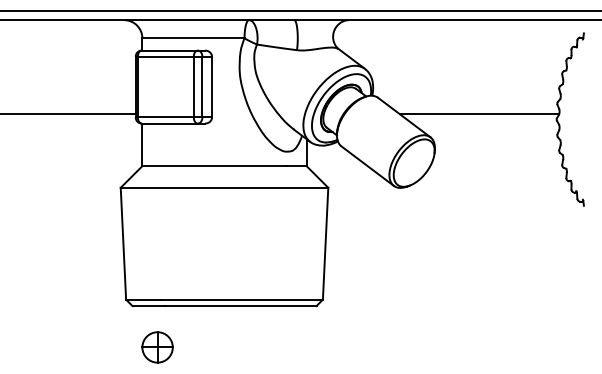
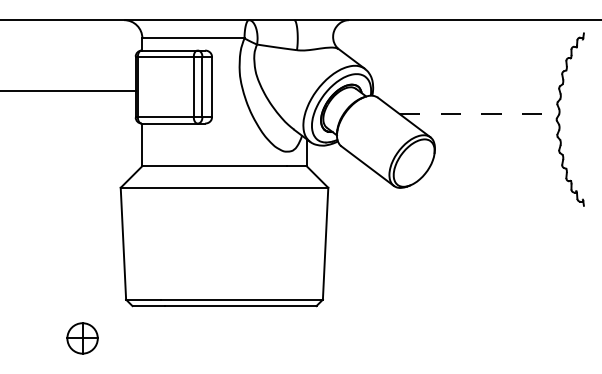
line at (300, 11): present -> none
line at (68, 114) position: (68, 114) -> (68, 91)
line at (480, 114): solid -> dashed
part at (157, 347) position: (157, 347) -> (82, 338)
